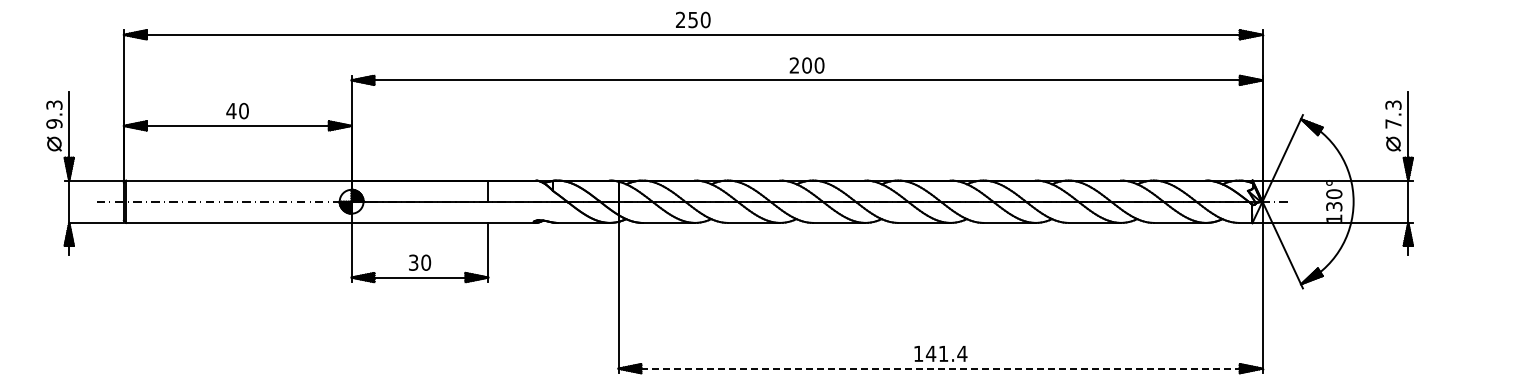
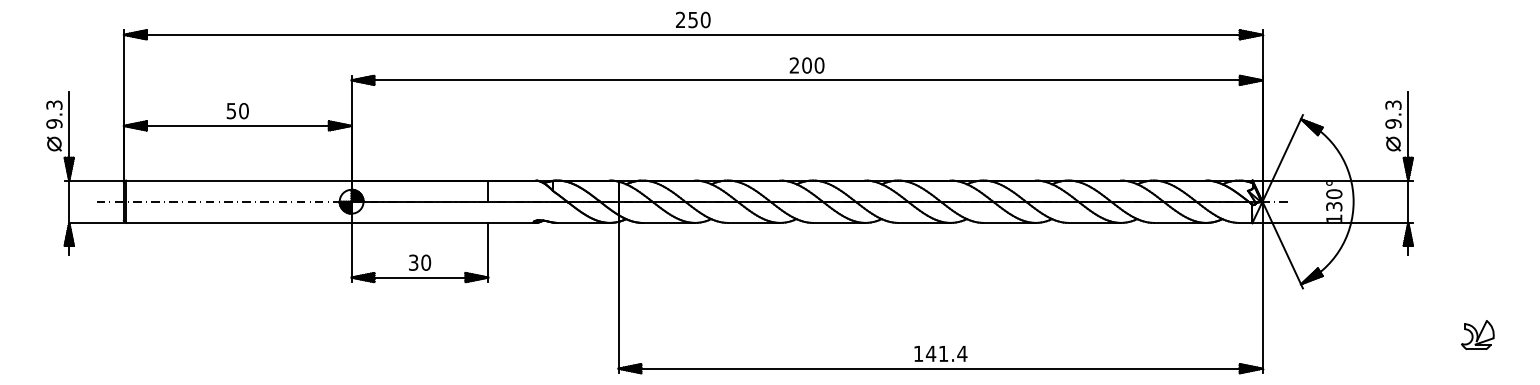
text at (231, 111): 40 -> 50
text at (1393, 123): 7.3 -> 9.3
part at (1477, 334): none -> present
line at (941, 368): dashed -> solid
